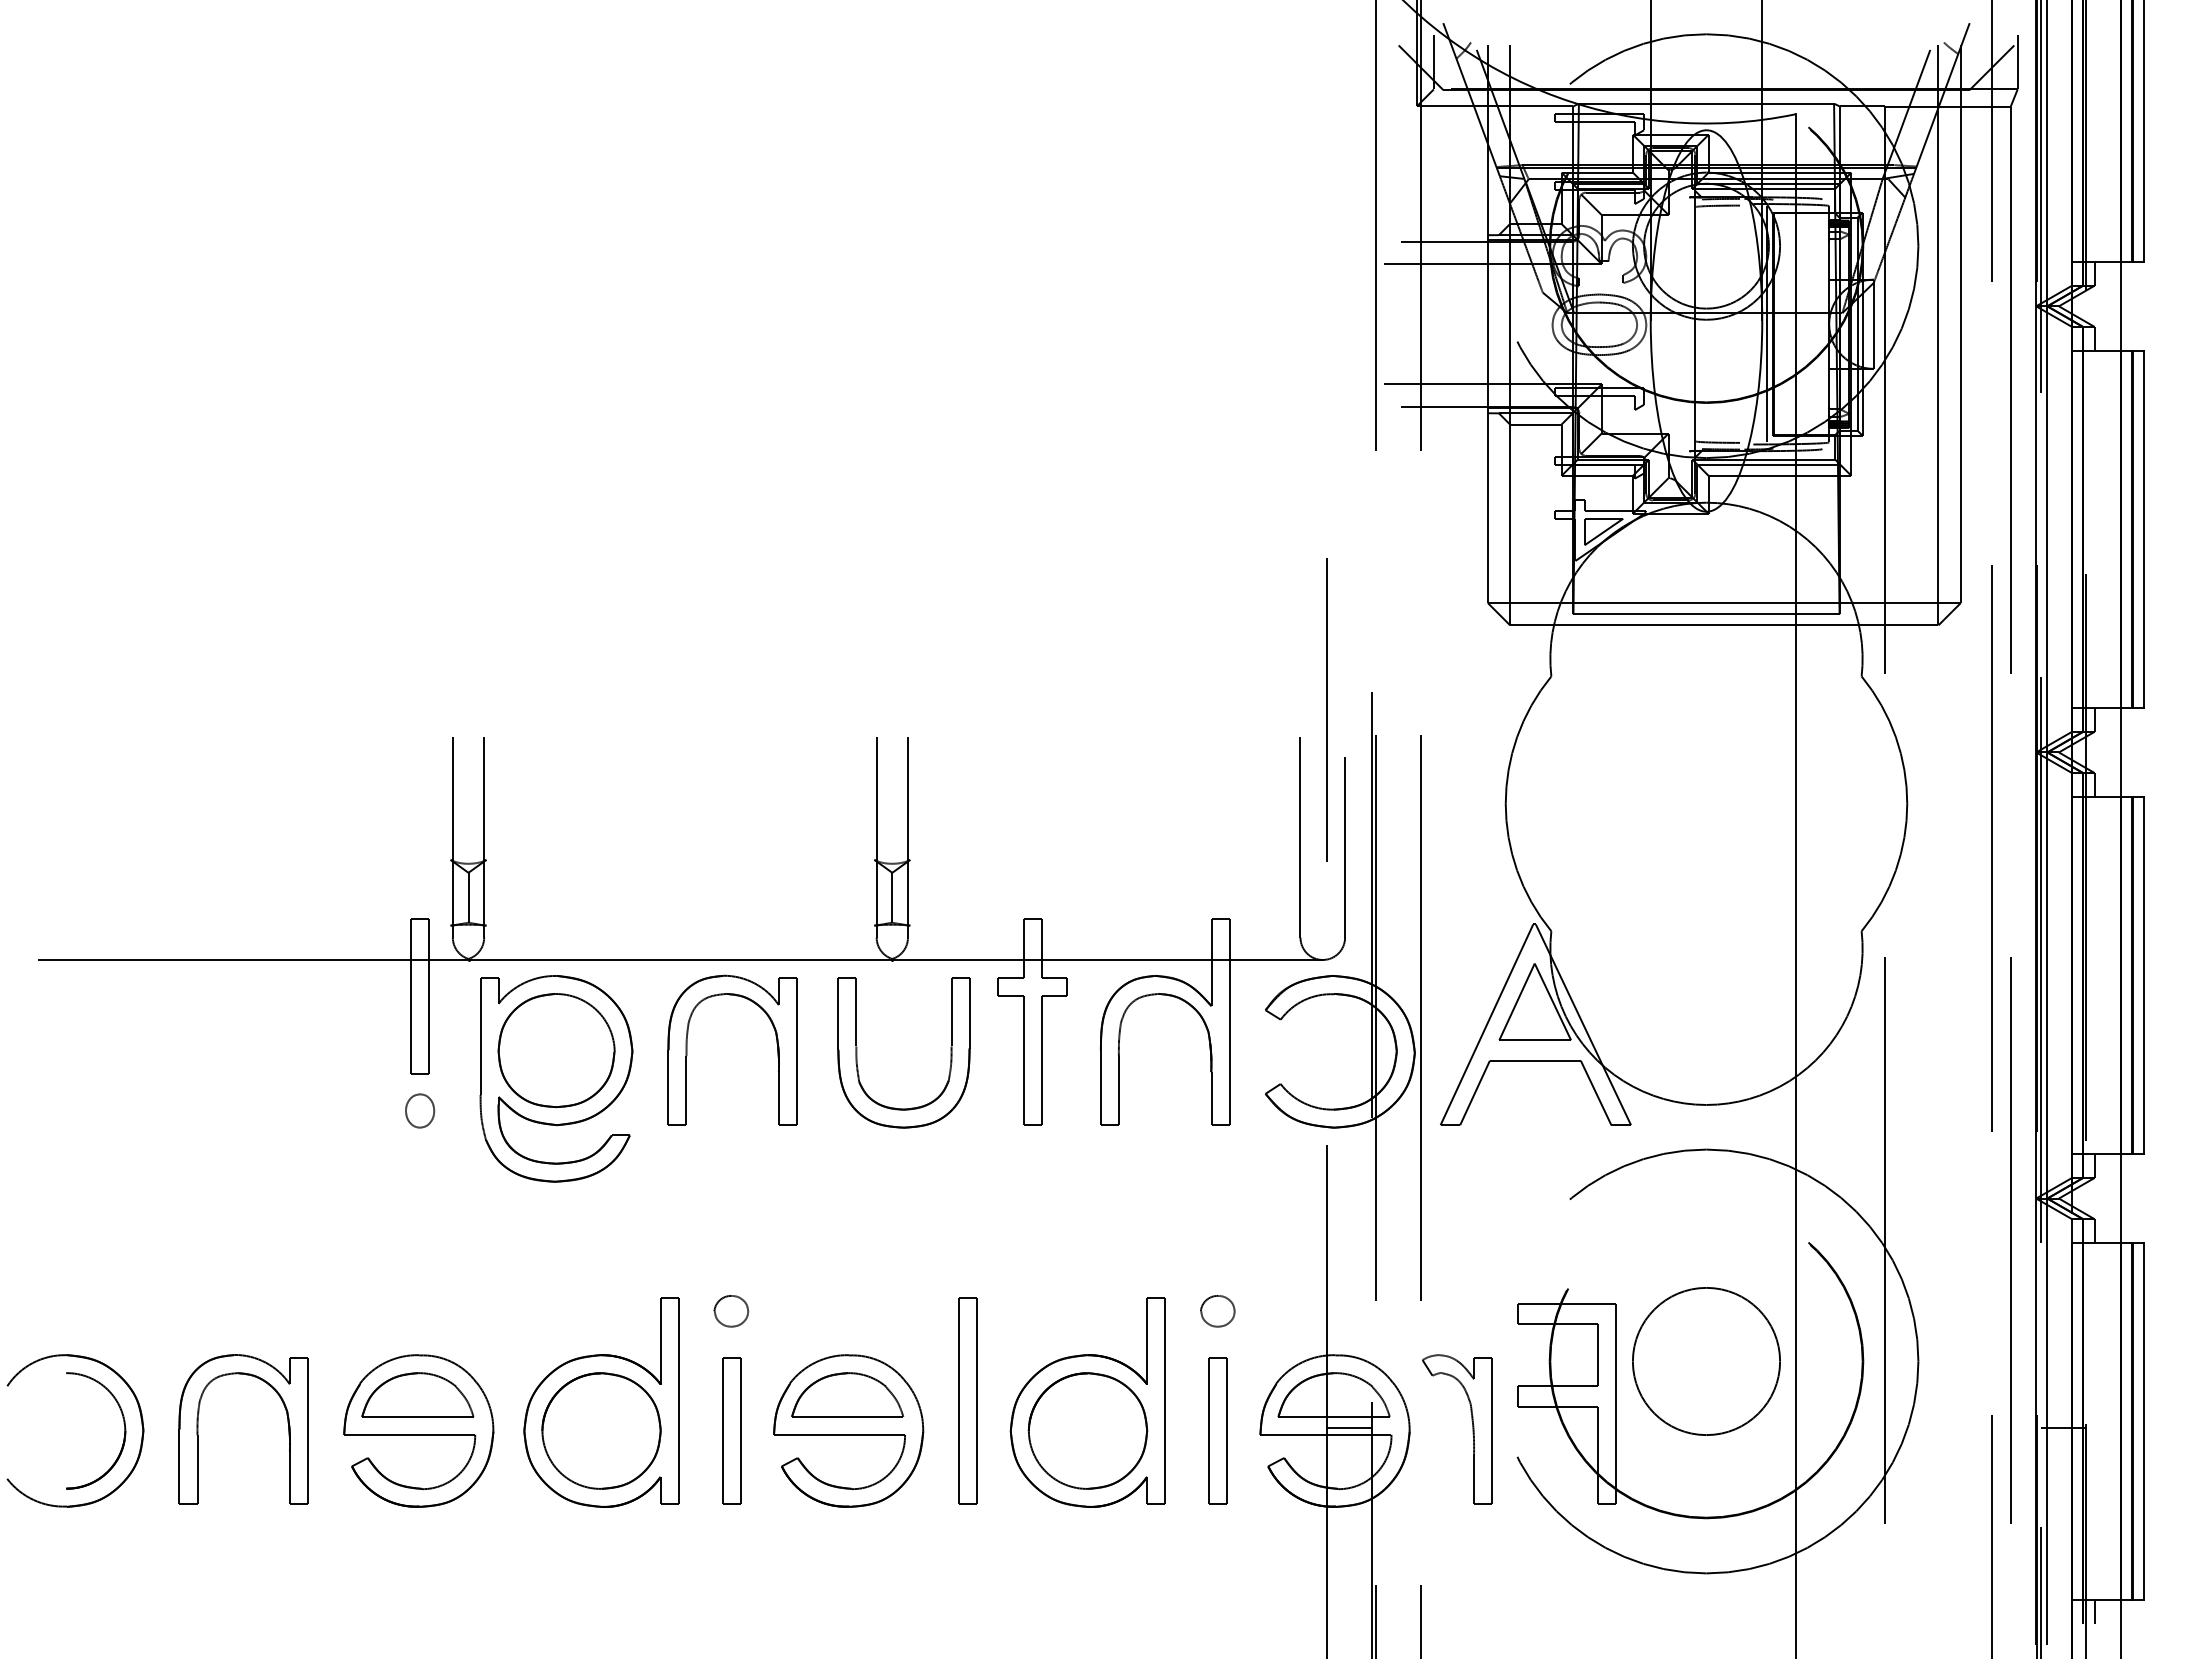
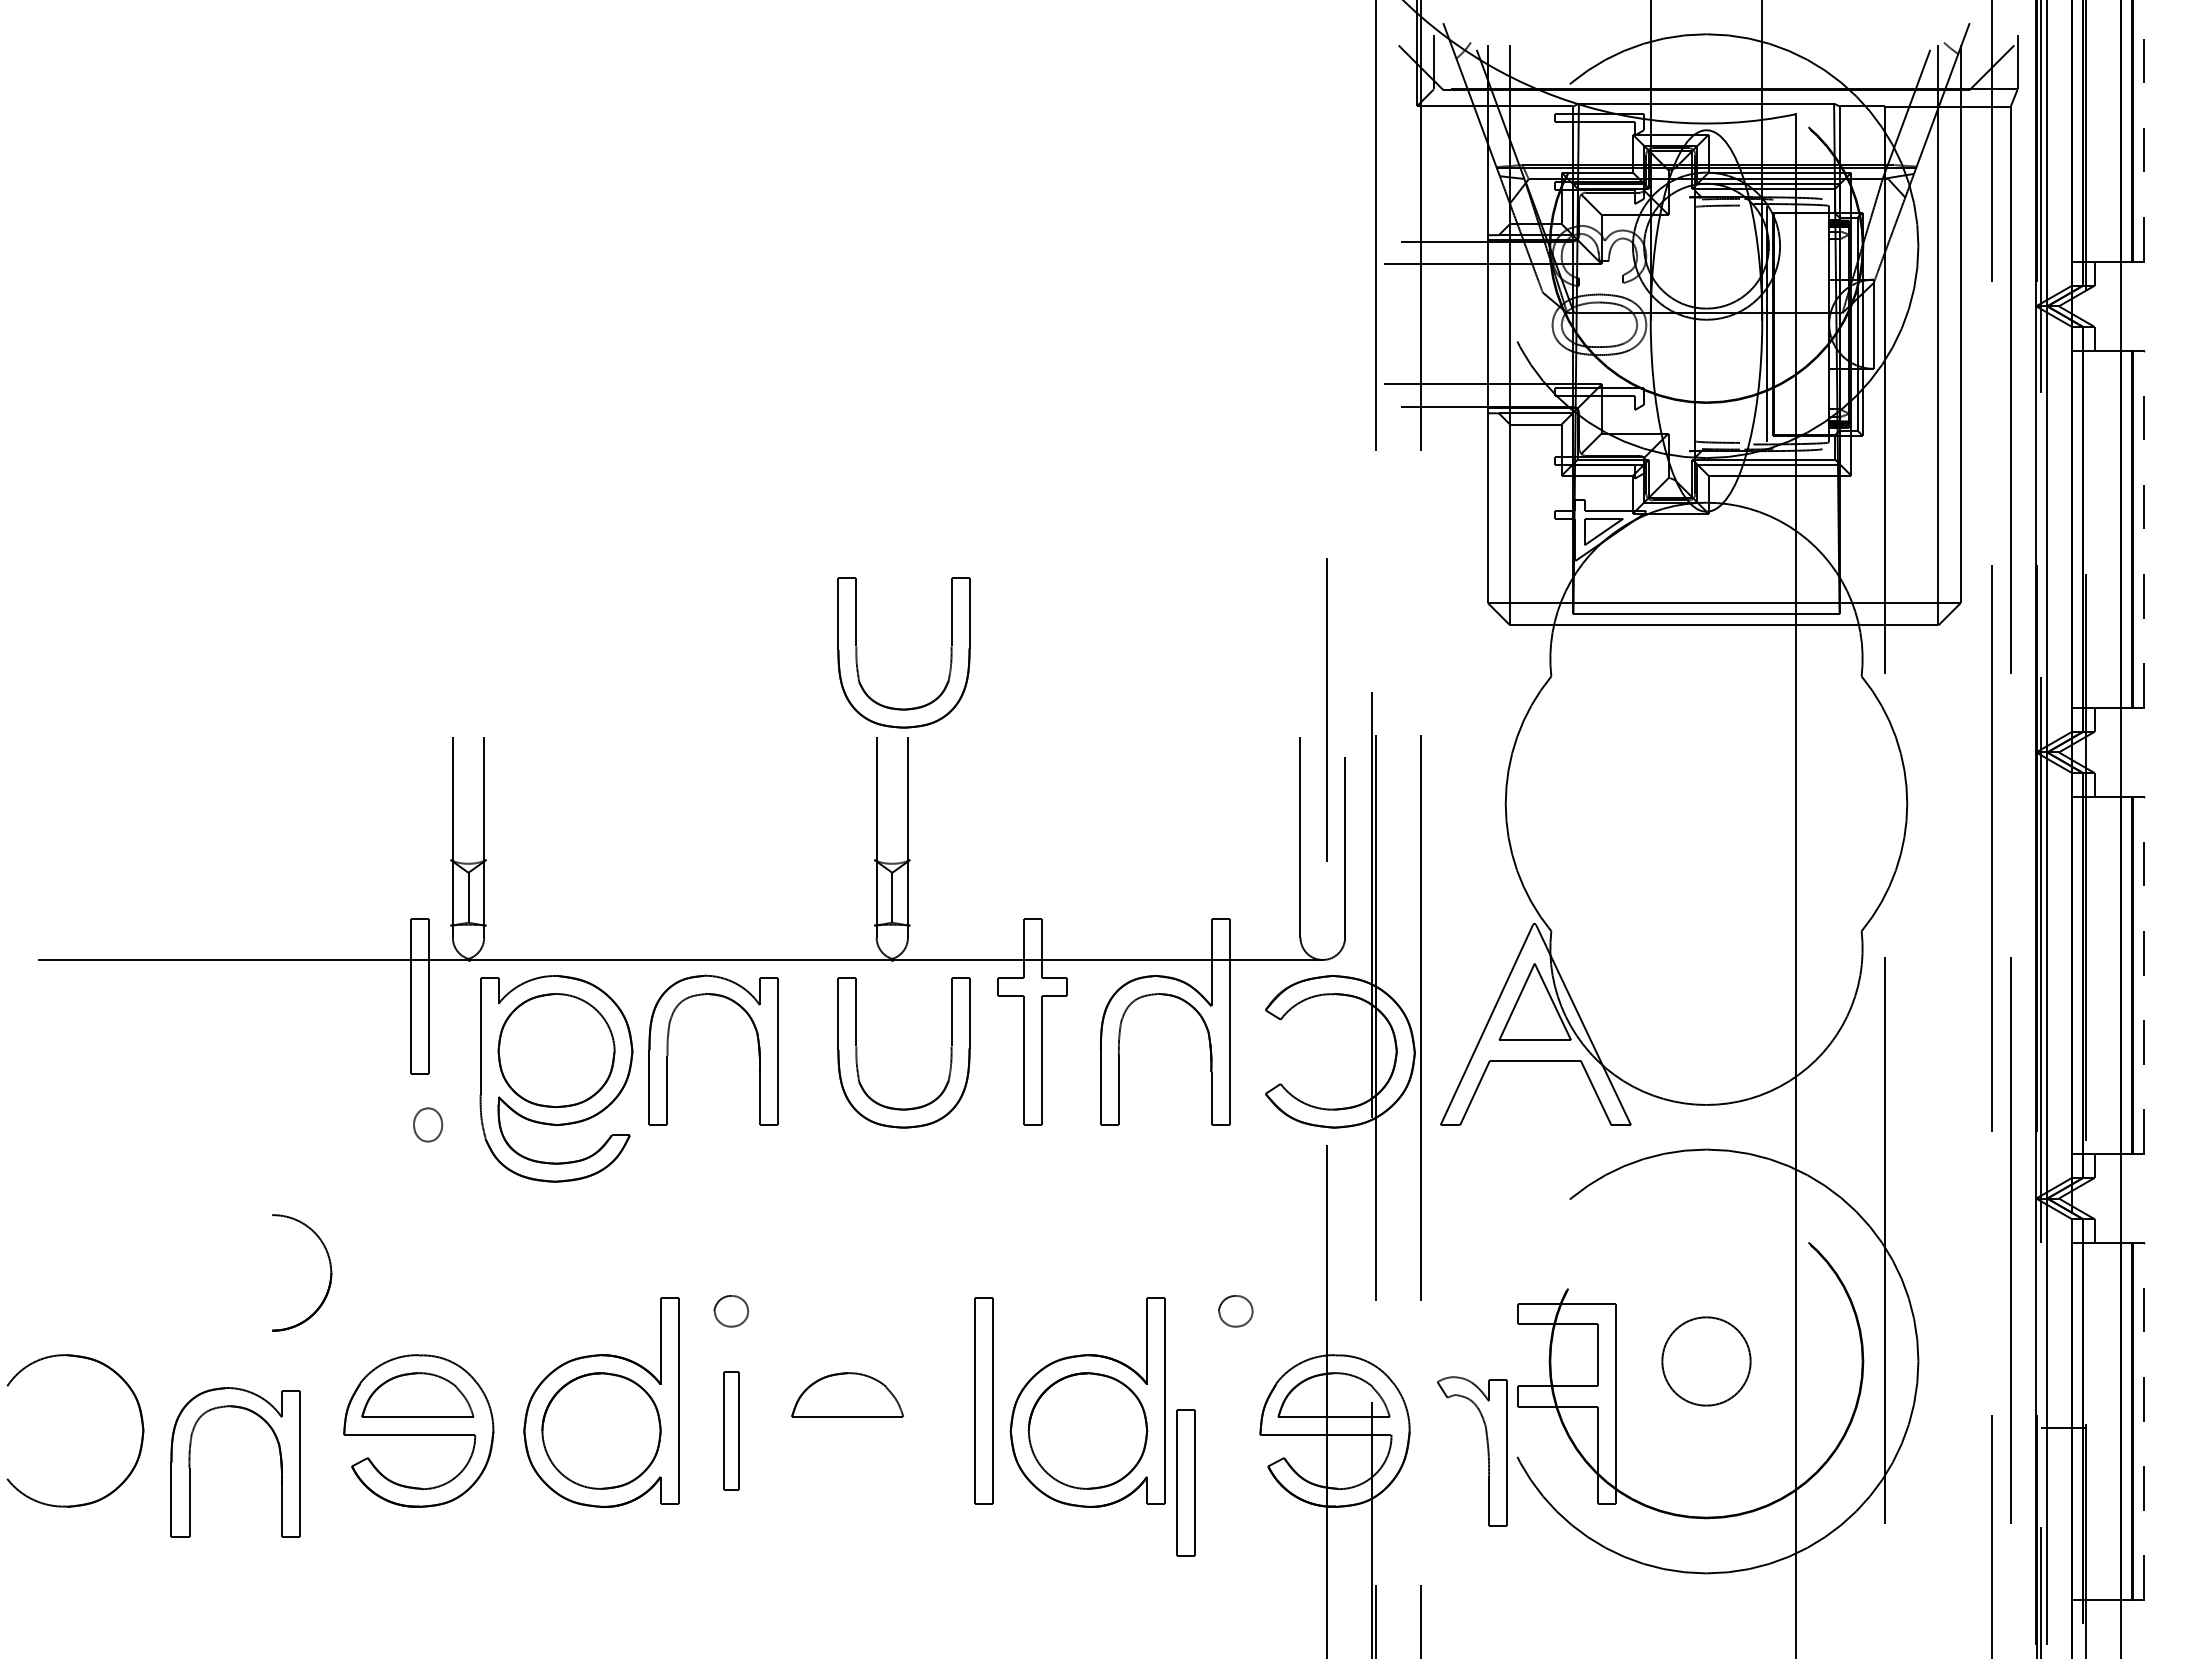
line at (2143, 130): solid -> dashed
line at (2143, 528): solid -> dashed
part at (857, 652): none -> present
line at (2143, 975): solid -> dashed
part at (776, 1043) position: (776, 1043) -> (757, 1043)
part at (420, 1110) position: (420, 1110) -> (428, 1124)
part at (1217, 1311) position: (1217, 1311) -> (1235, 1311)
circle at (1706, 1361) diameter: 147 px -> 88 px
part at (967, 1400) position: (967, 1400) -> (983, 1400)
line at (2143, 1421): solid -> dashed
part at (287, 1422) position: (287, 1422) -> (279, 1455)
part at (123, 1423) position: (123, 1423) -> (329, 1265)
line at (1349, 1428): present -> none
part at (1472, 1429) position: (1472, 1429) -> (1487, 1451)
part at (731, 1430) size: 20x148 px -> 17x120 px
part at (848, 1430): present -> none
part at (1217, 1430) position: (1217, 1430) -> (1185, 1482)
line at (2094, 1612): present -> none
